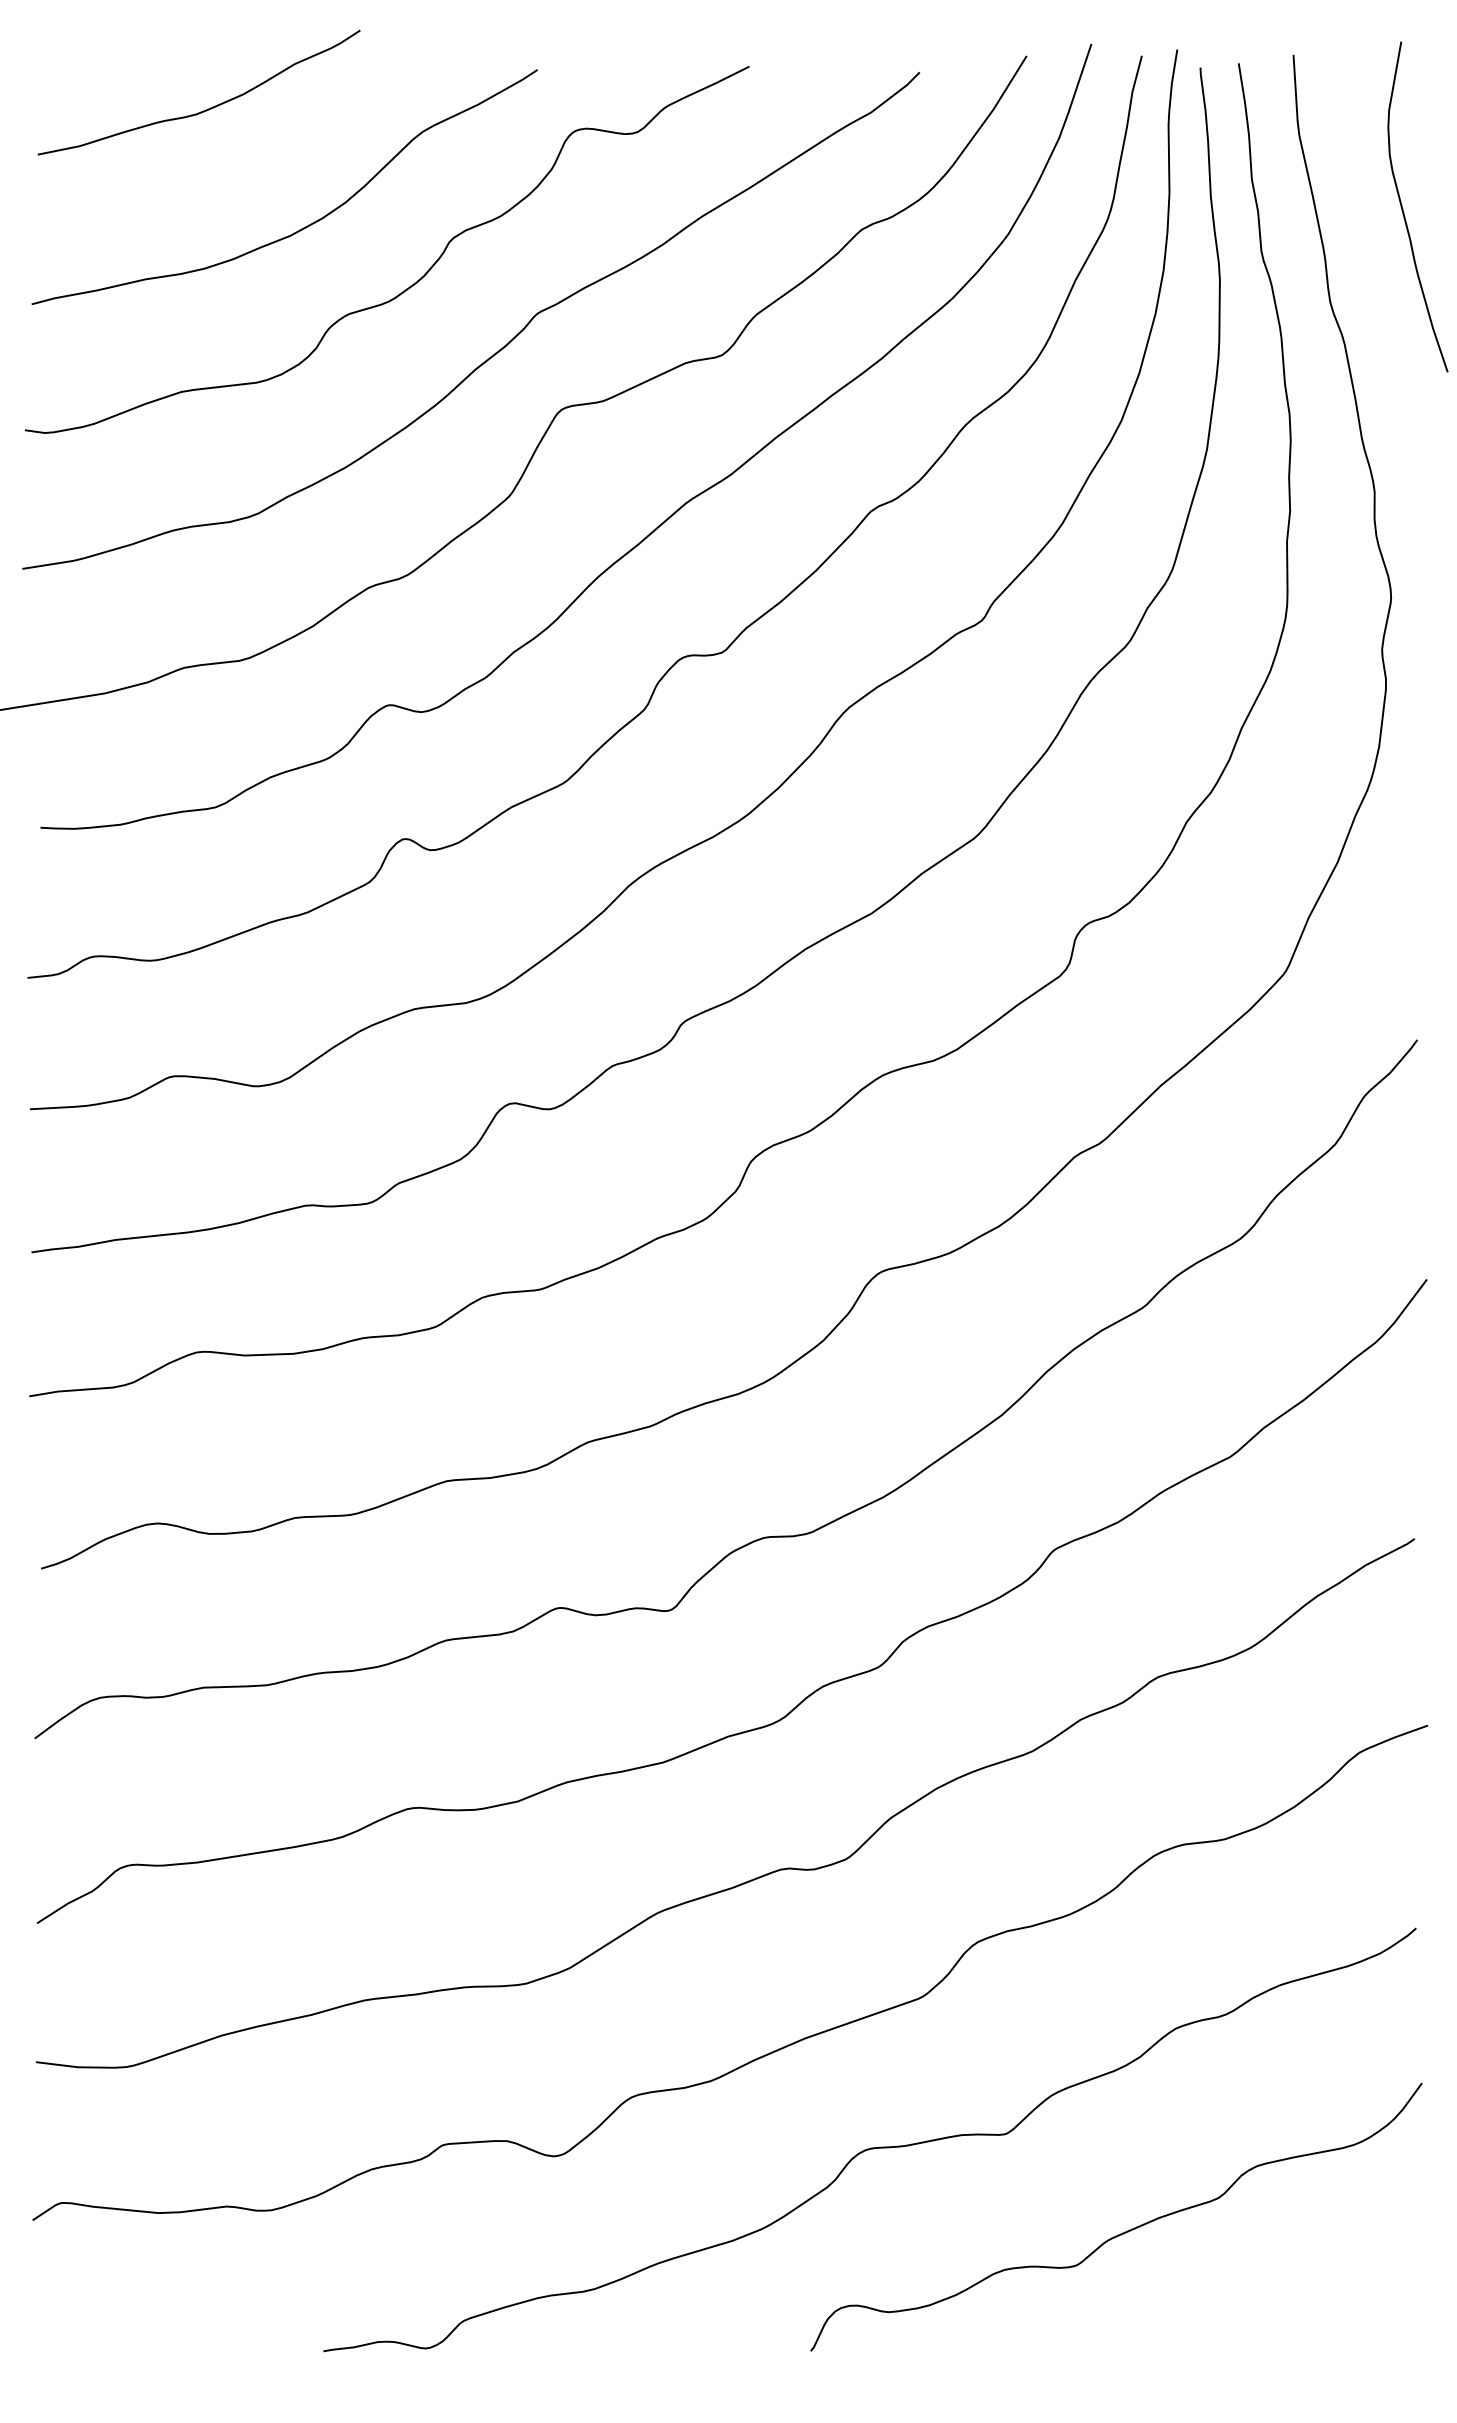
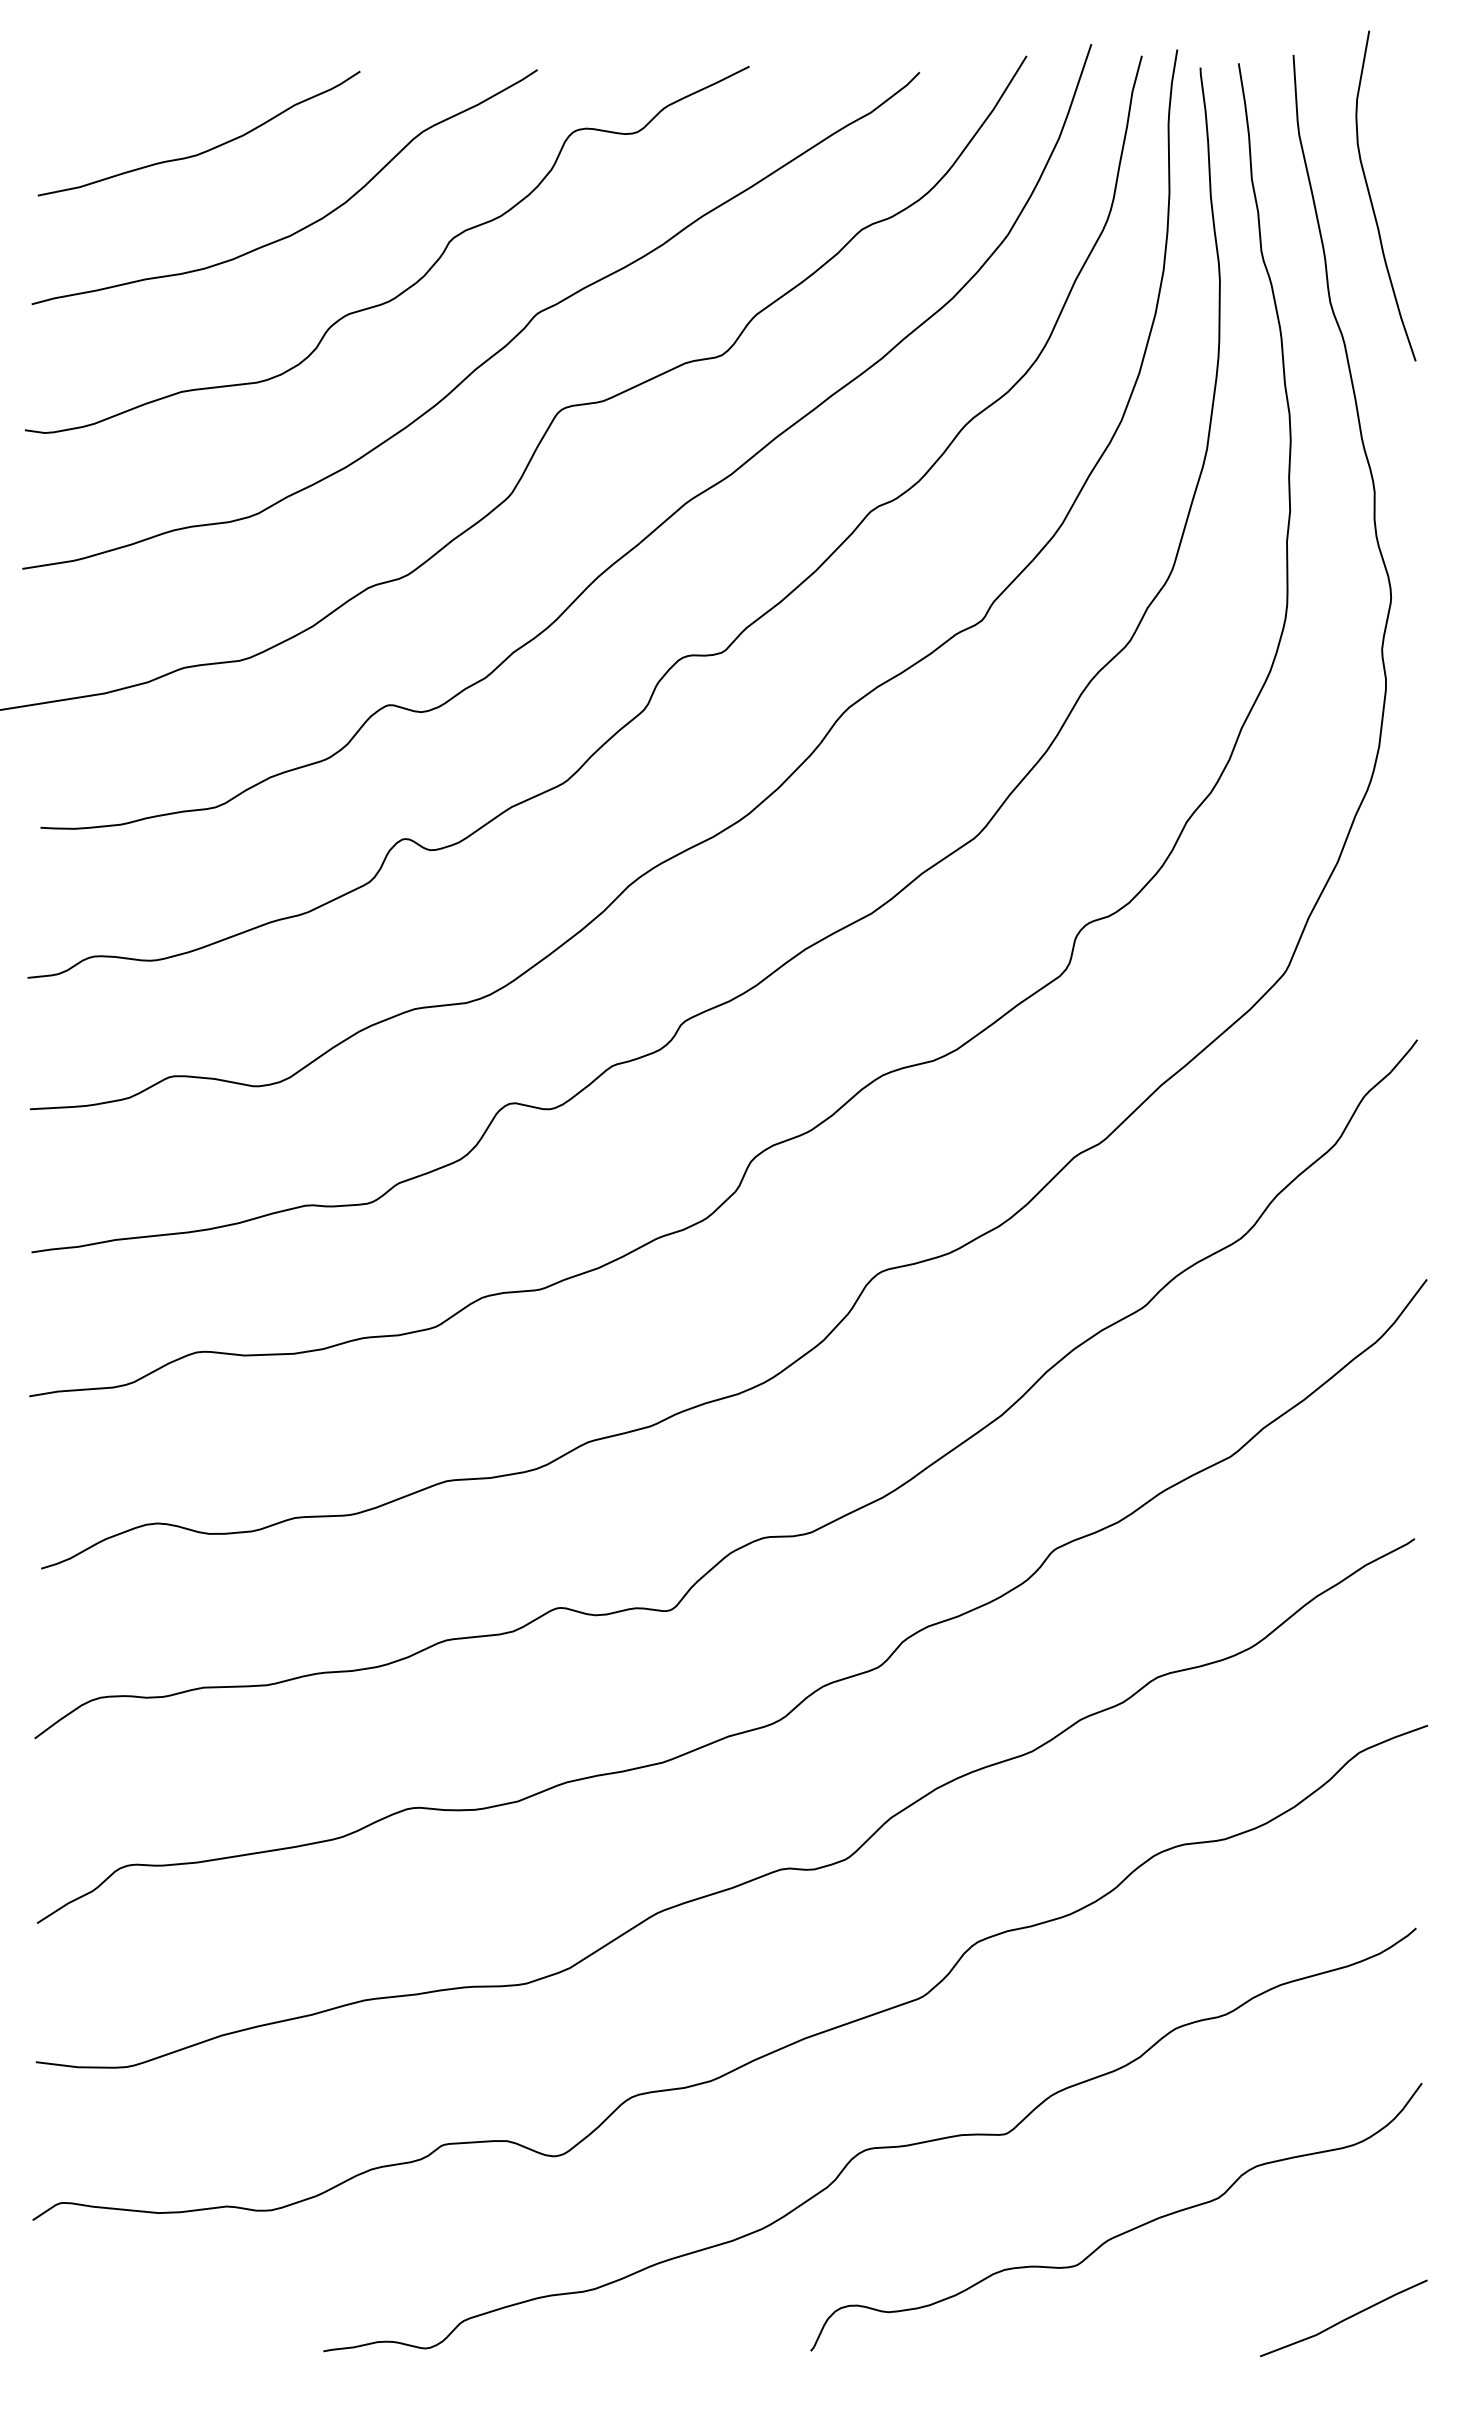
curve at (205, 109) position: (205, 109) -> (205, 150)
curve at (1403, 208) position: (1403, 208) -> (1371, 197)
line at (1343, 2319): none -> present
